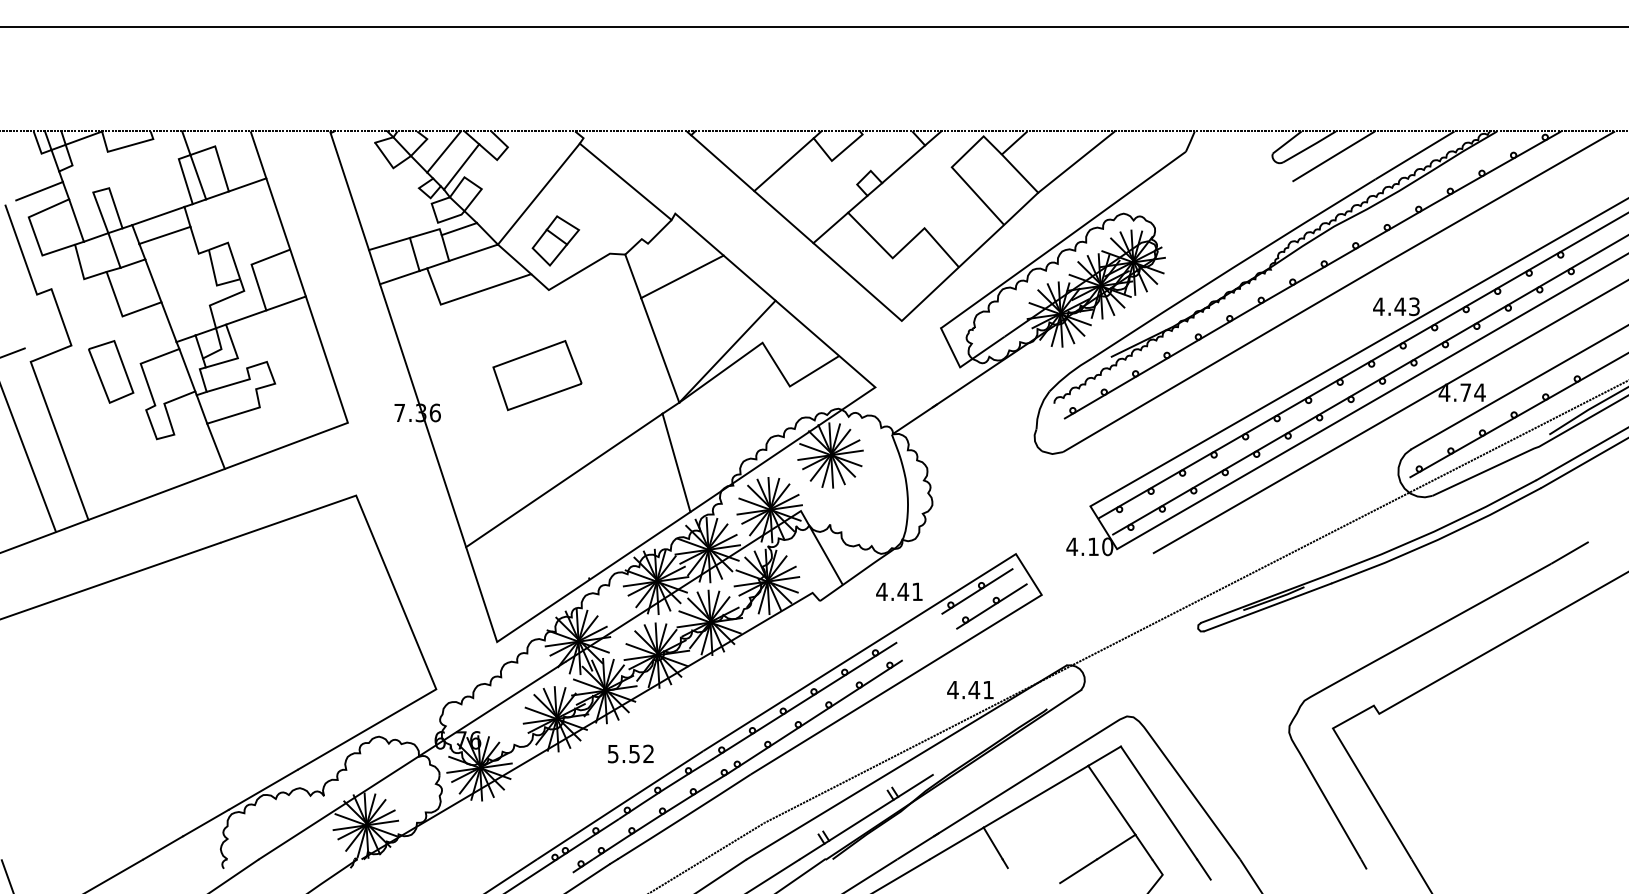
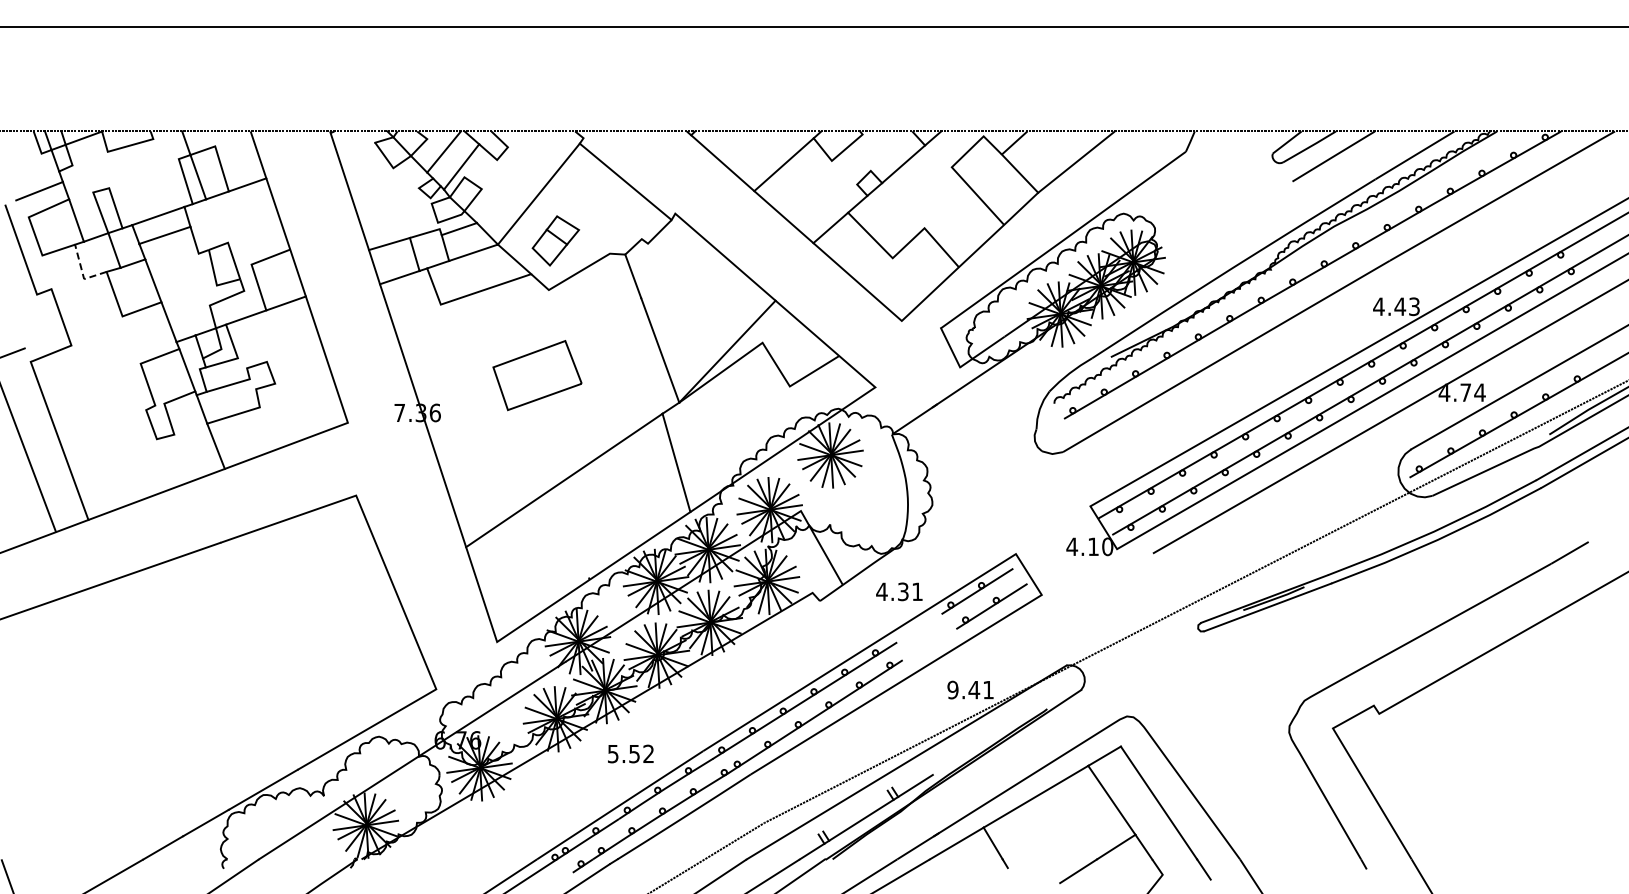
line at (82, 273): solid -> dashed
line at (682, 276): present -> none
part at (111, 371): present -> none
text at (903, 591): 4.41 -> 4.31
text at (952, 689): 4.41 -> 9.41
